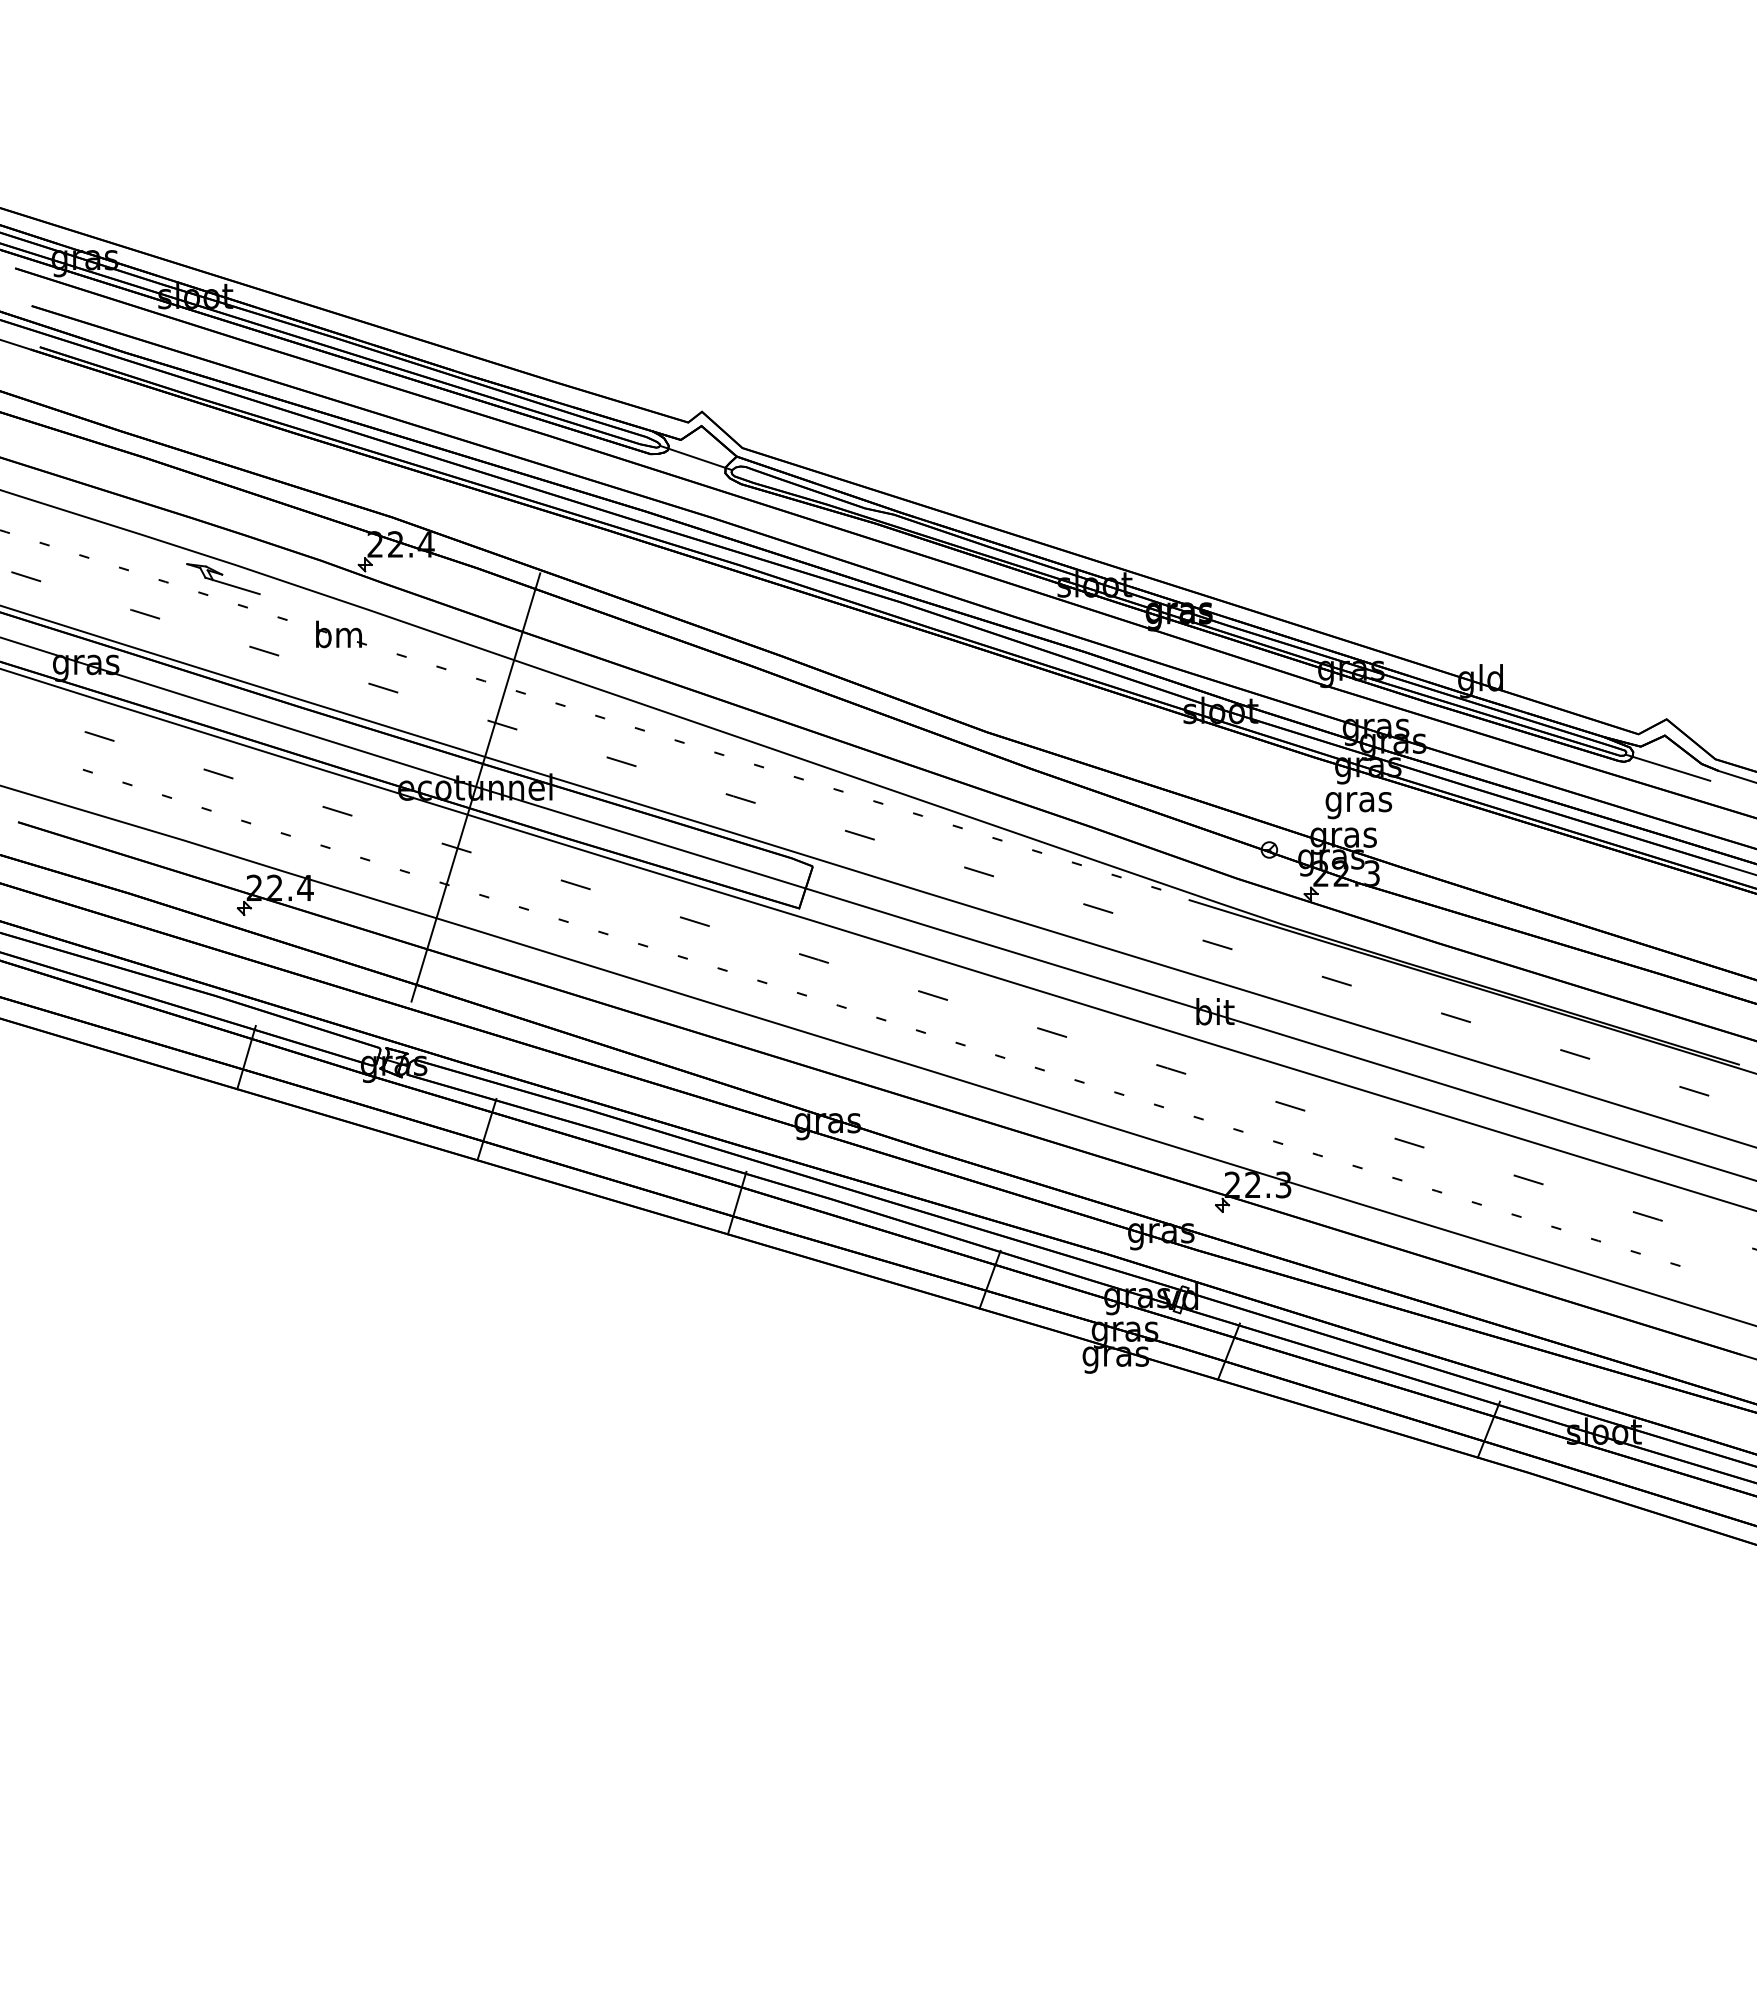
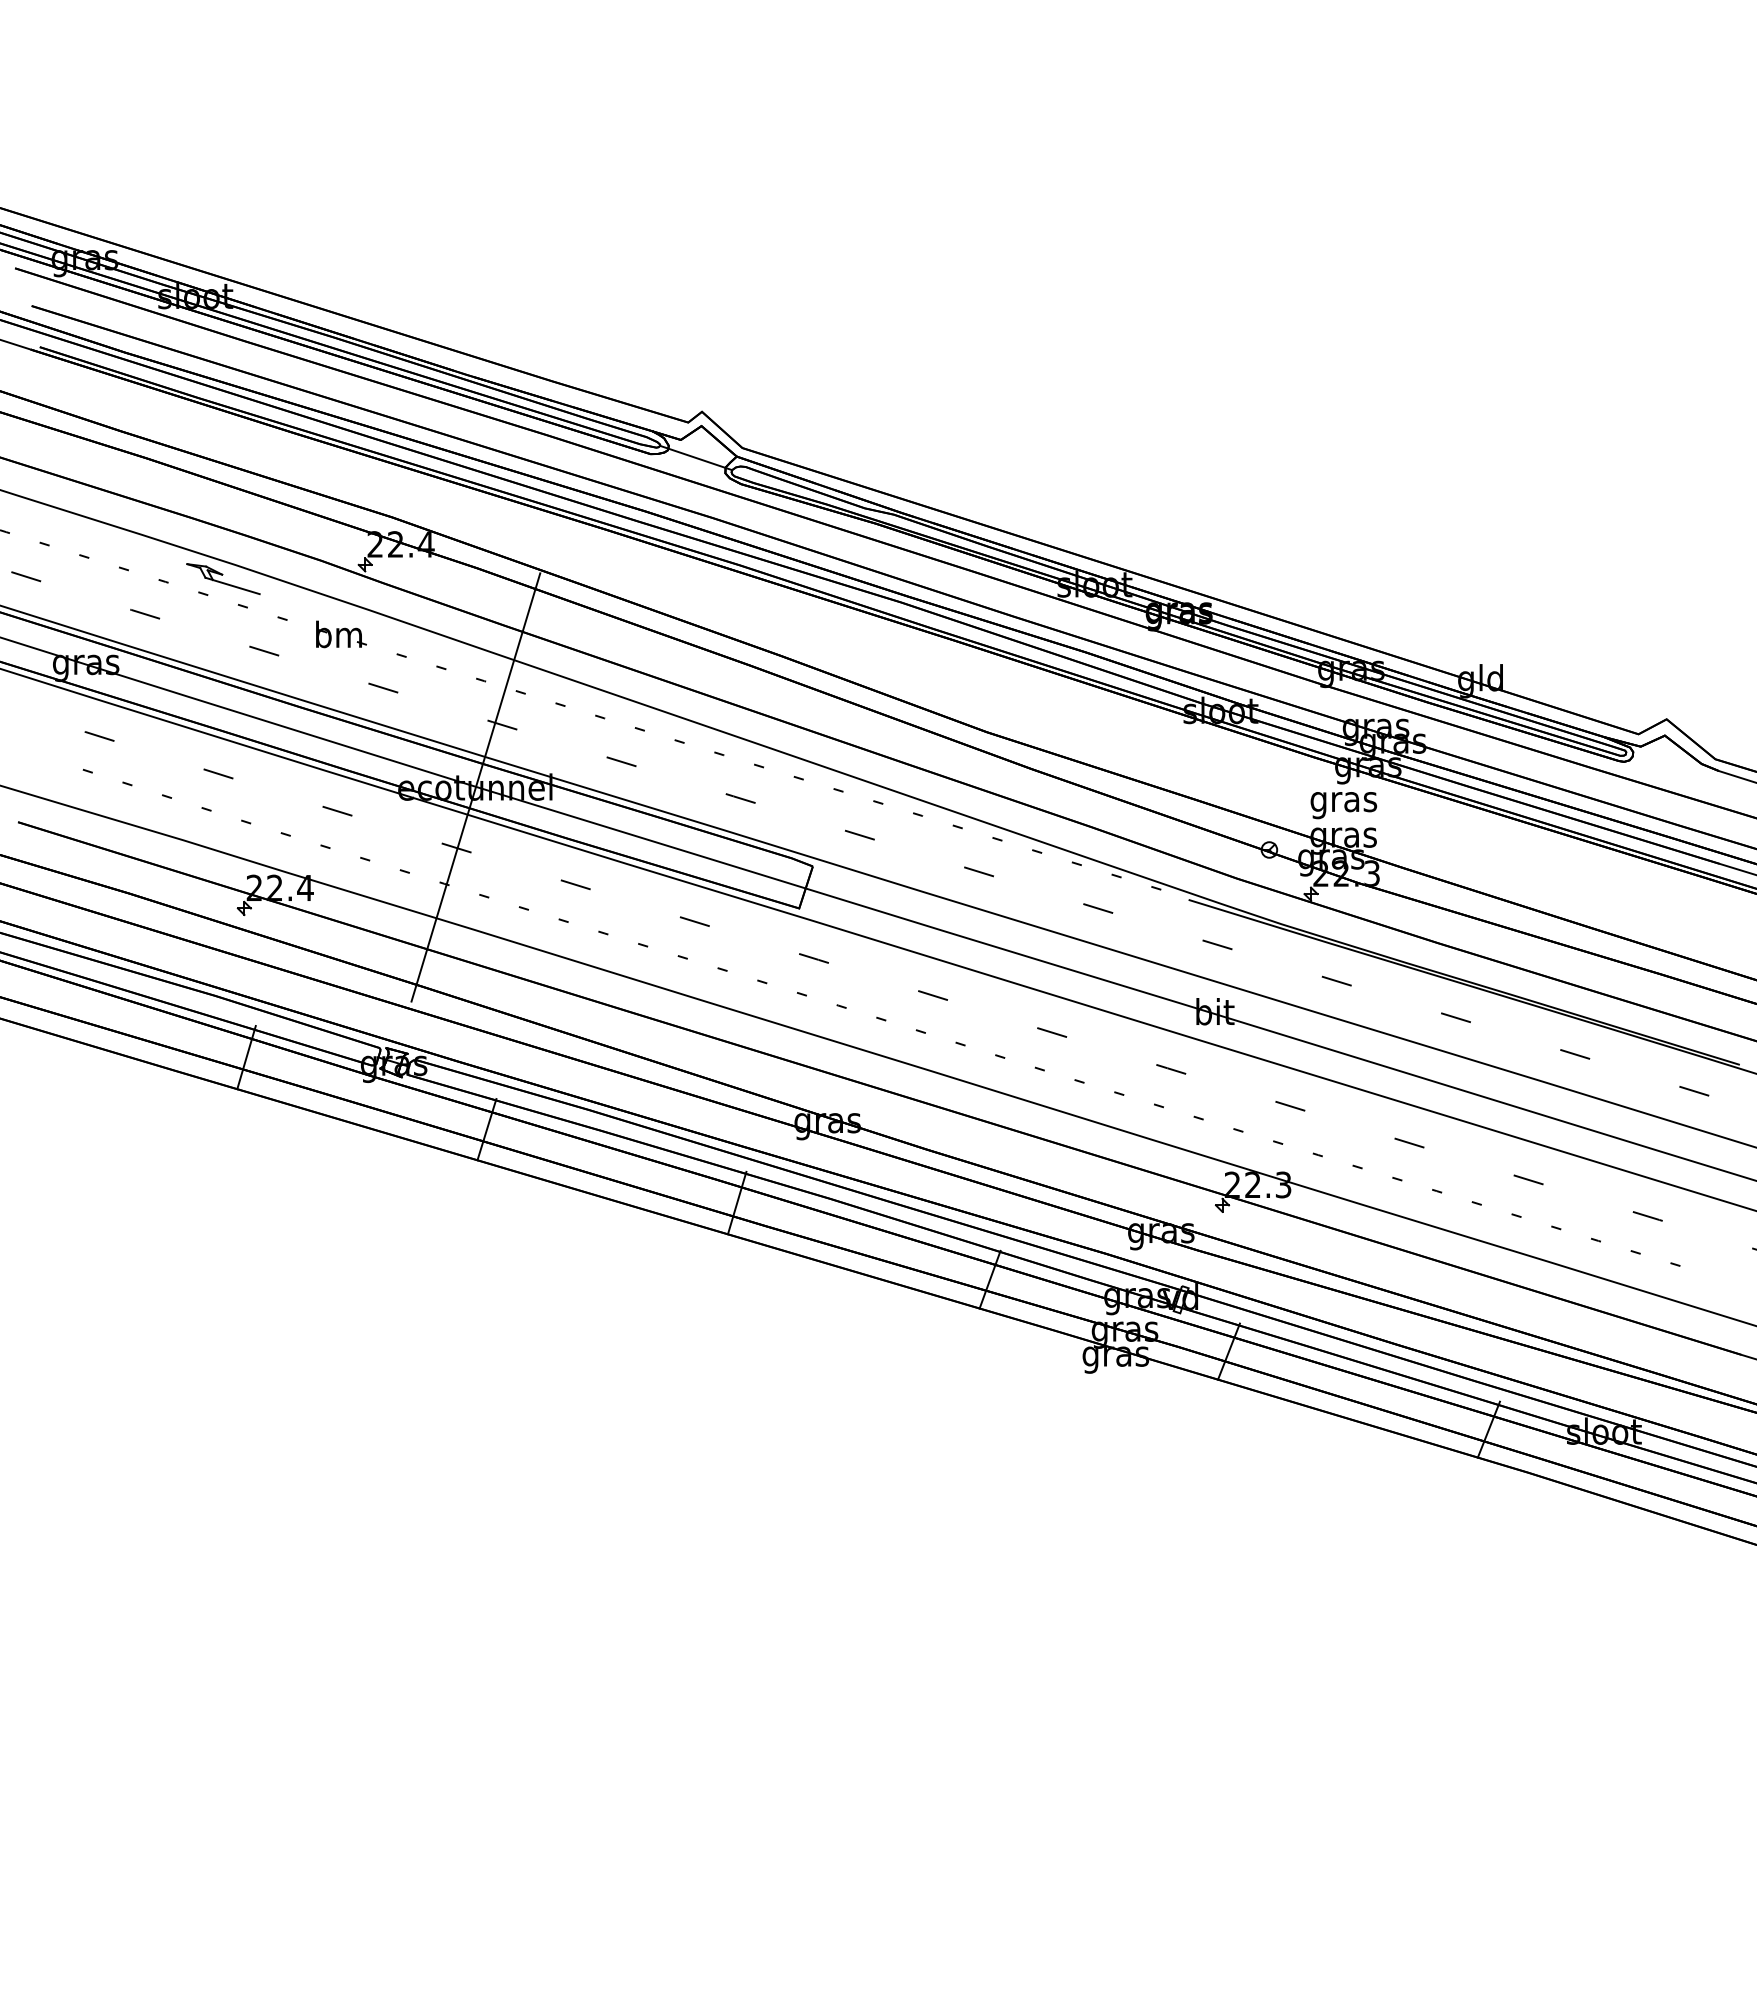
line at (1667, 767): present -> none
text at (1358, 805) position: (1358, 805) -> (1343, 805)
